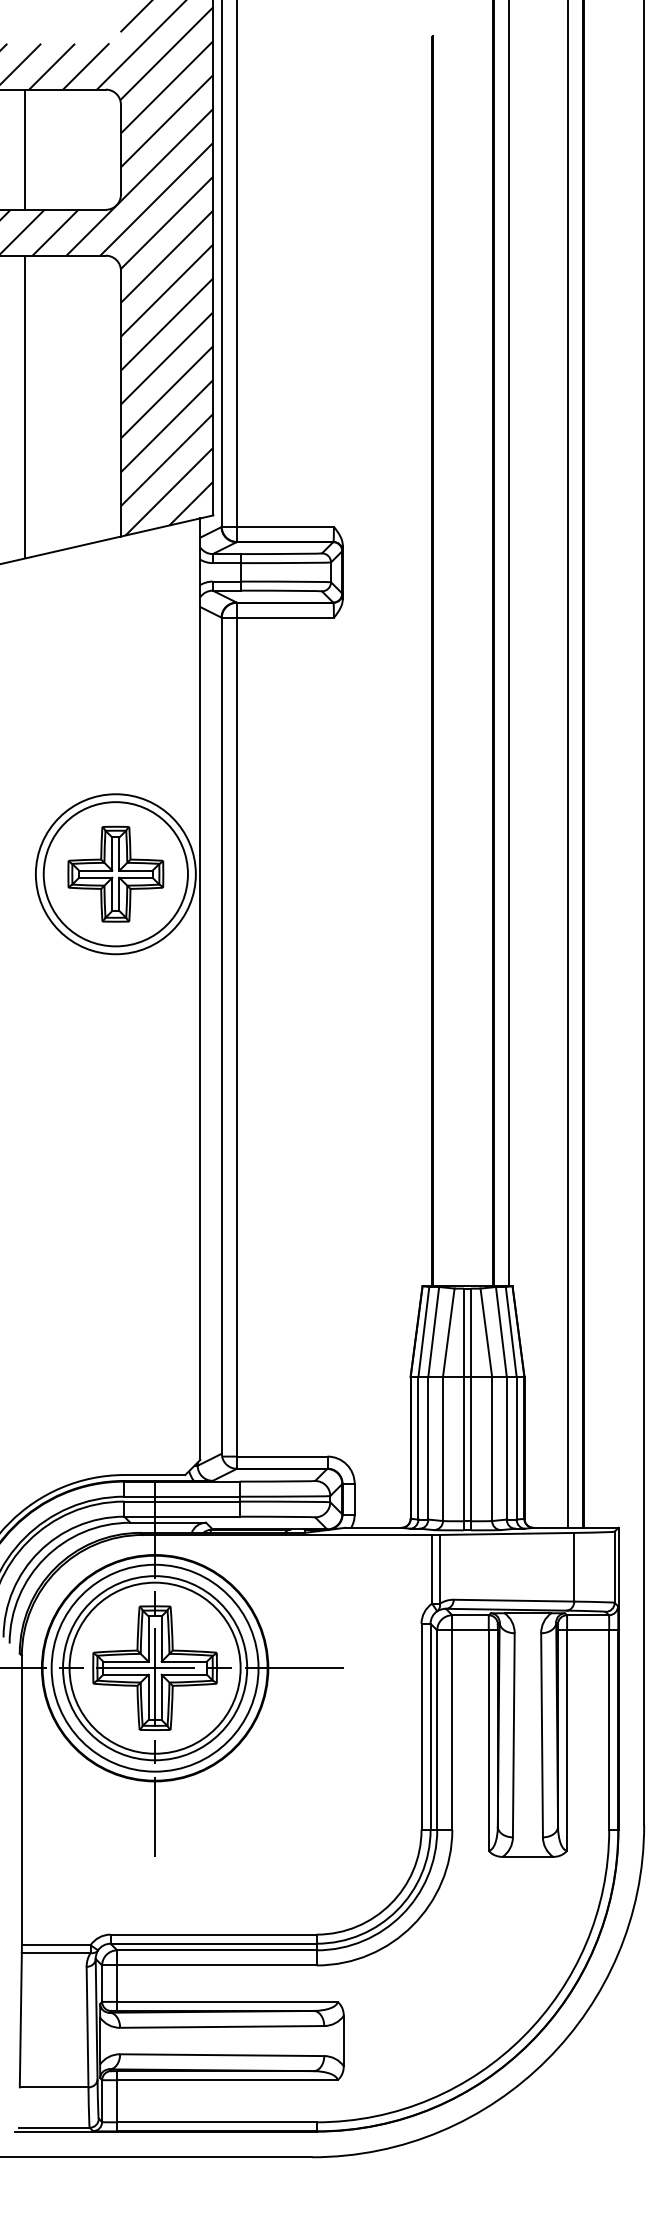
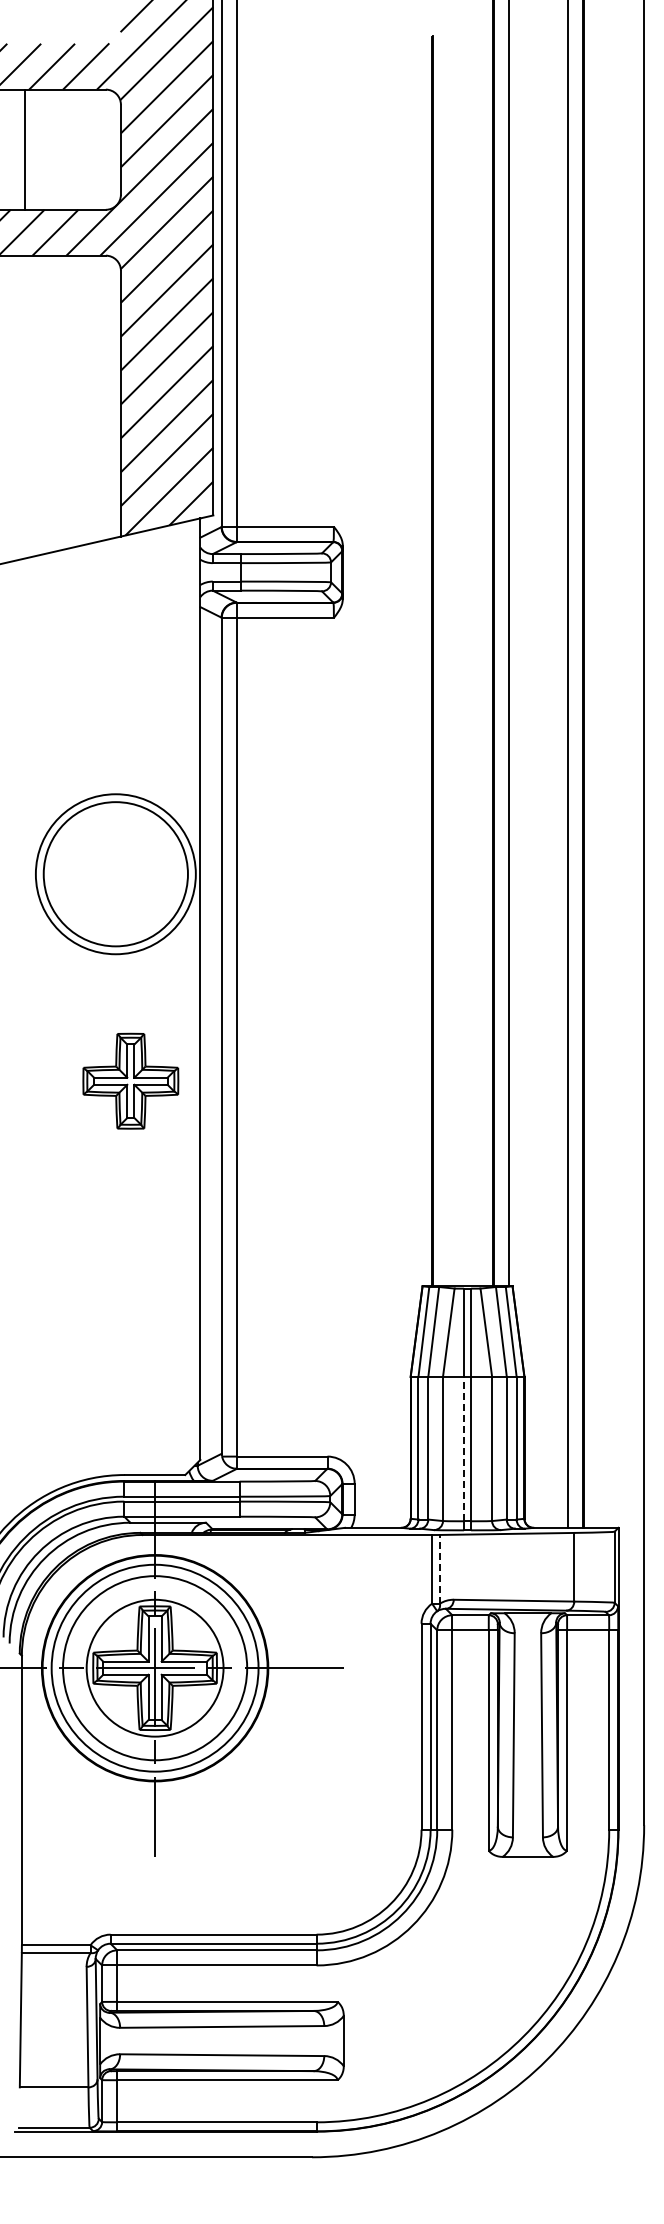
line at (25, 406): present -> none
part at (115, 873) position: (115, 873) -> (130, 1080)
line at (464, 1448): solid -> dashed
line at (439, 1568): solid -> dashed
circle at (154, 1667) diameter: 171 px -> 137 px
